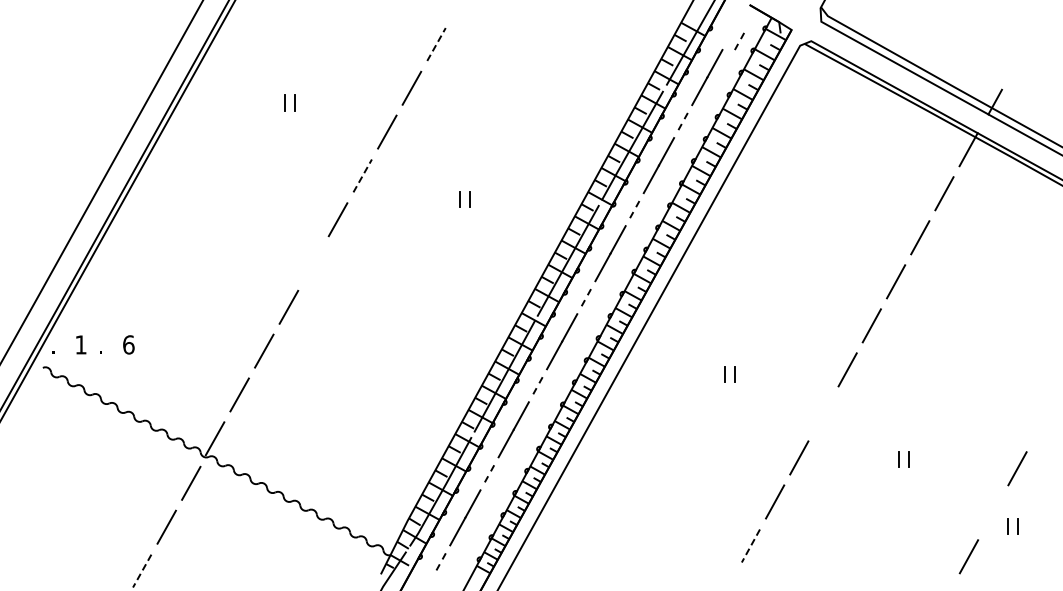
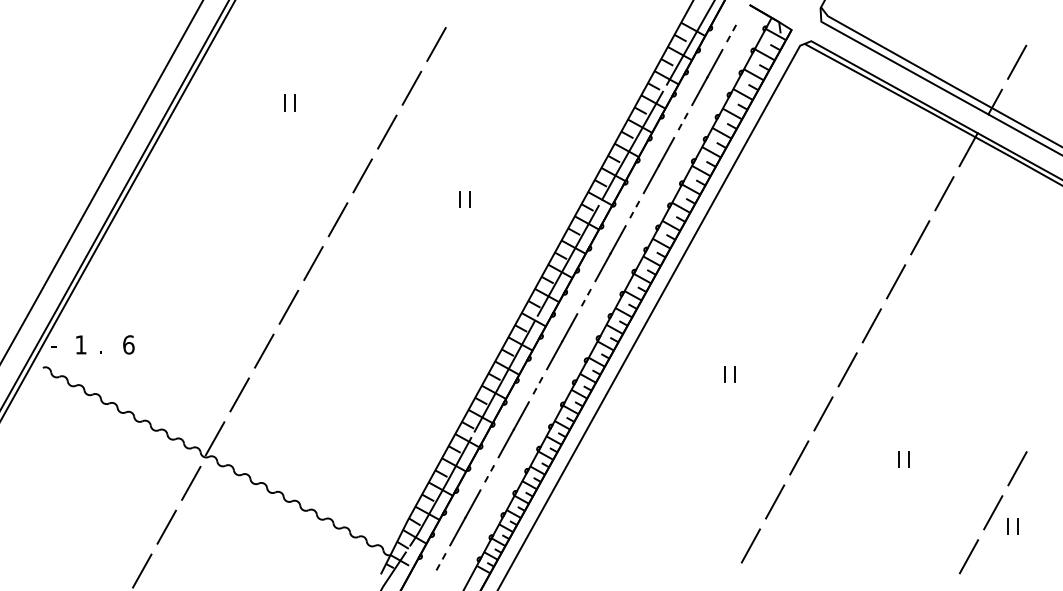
part at (739, 41) position: (739, 41) -> (731, 33)
line at (436, 44): dashed -> solid
line at (1017, 61): none -> present
line at (362, 175): dashed -> solid
line at (313, 263): none -> present
text at (53, 349): . -> -
line at (823, 413): none -> present
line at (993, 512): none -> present
line at (750, 546): dashed -> solid
line at (142, 571): dashed -> solid
